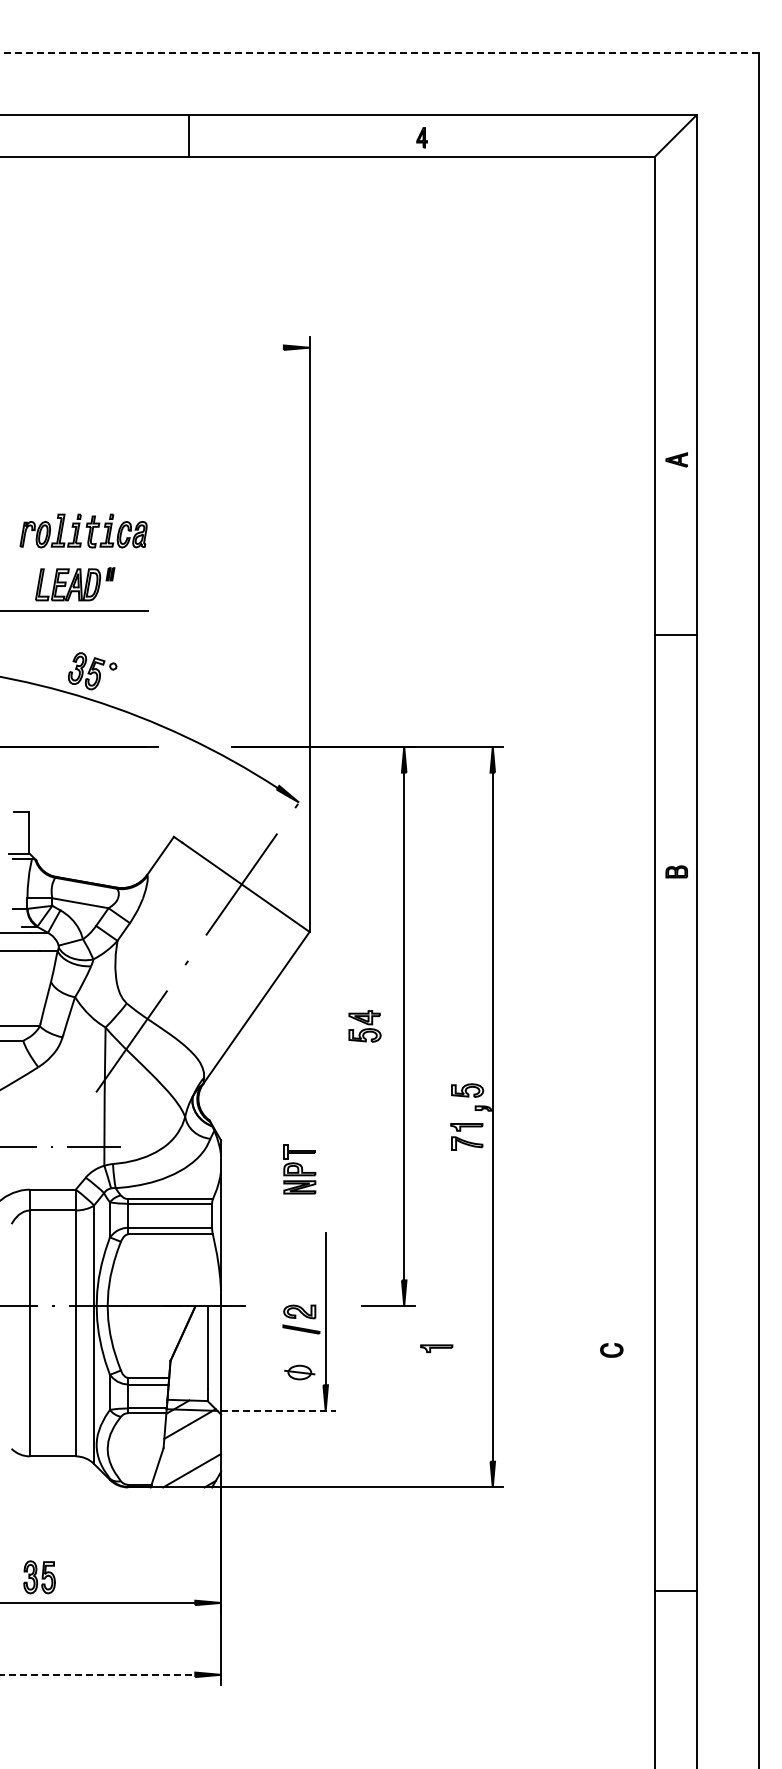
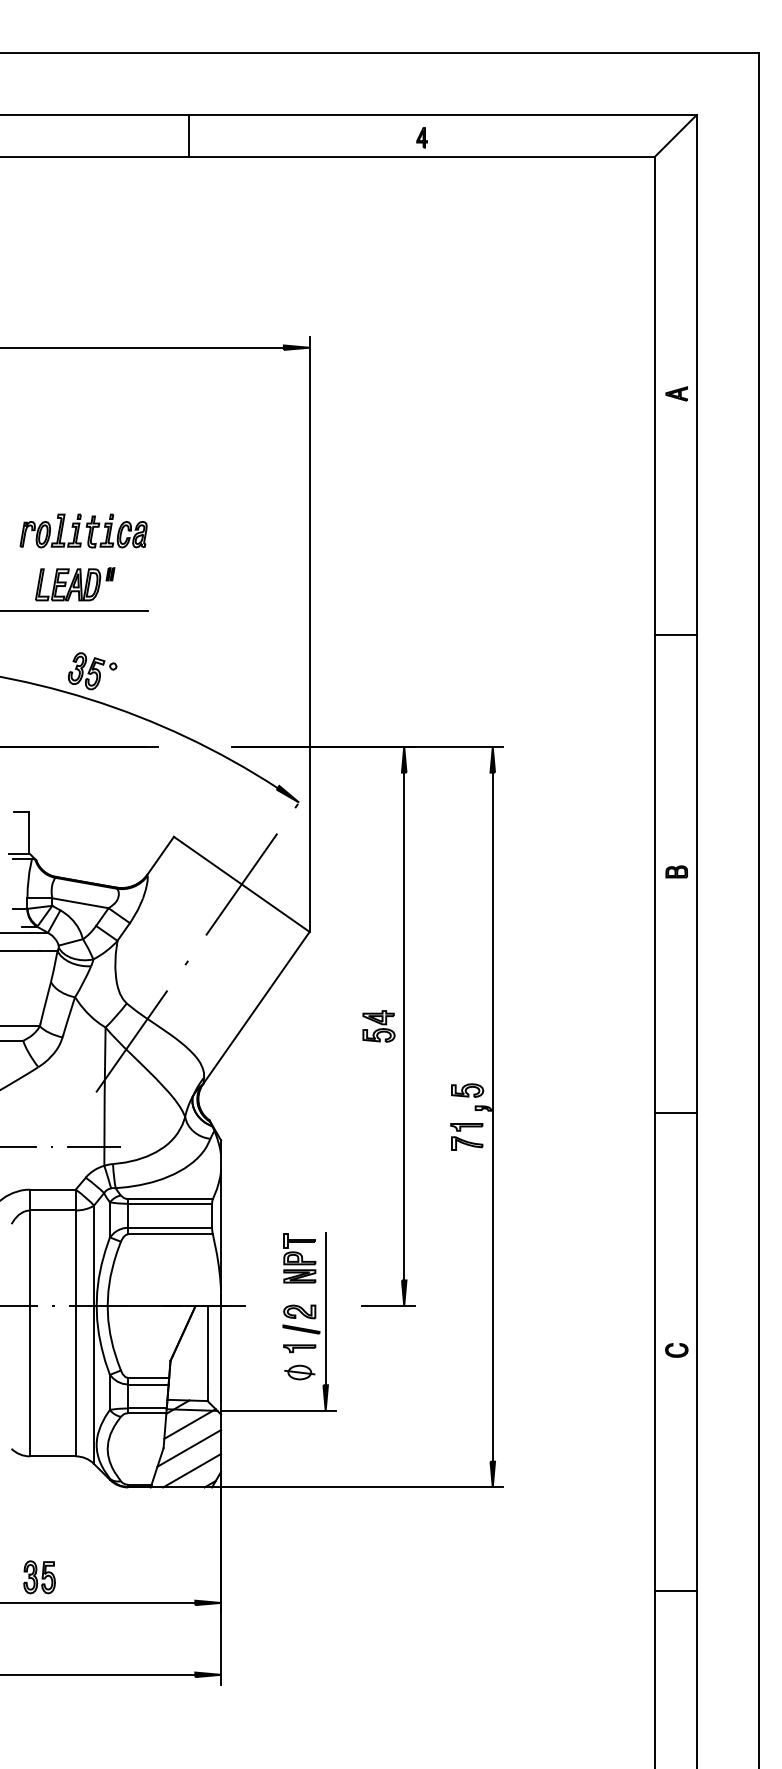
line at (379, 53): dashed -> solid
line at (142, 347): none -> present
part at (676, 459) position: (676, 459) -> (676, 393)
part at (364, 1026) position: (364, 1026) -> (378, 1026)
line at (675, 1113): none -> present
part at (299, 1169) position: (299, 1169) -> (299, 1258)
part at (436, 1348) position: (436, 1348) -> (299, 1348)
part at (611, 1350) position: (611, 1350) -> (676, 1350)
line at (279, 1411): dashed -> solid
line at (189, 1448): none -> present
line at (98, 1674): dashed -> solid
